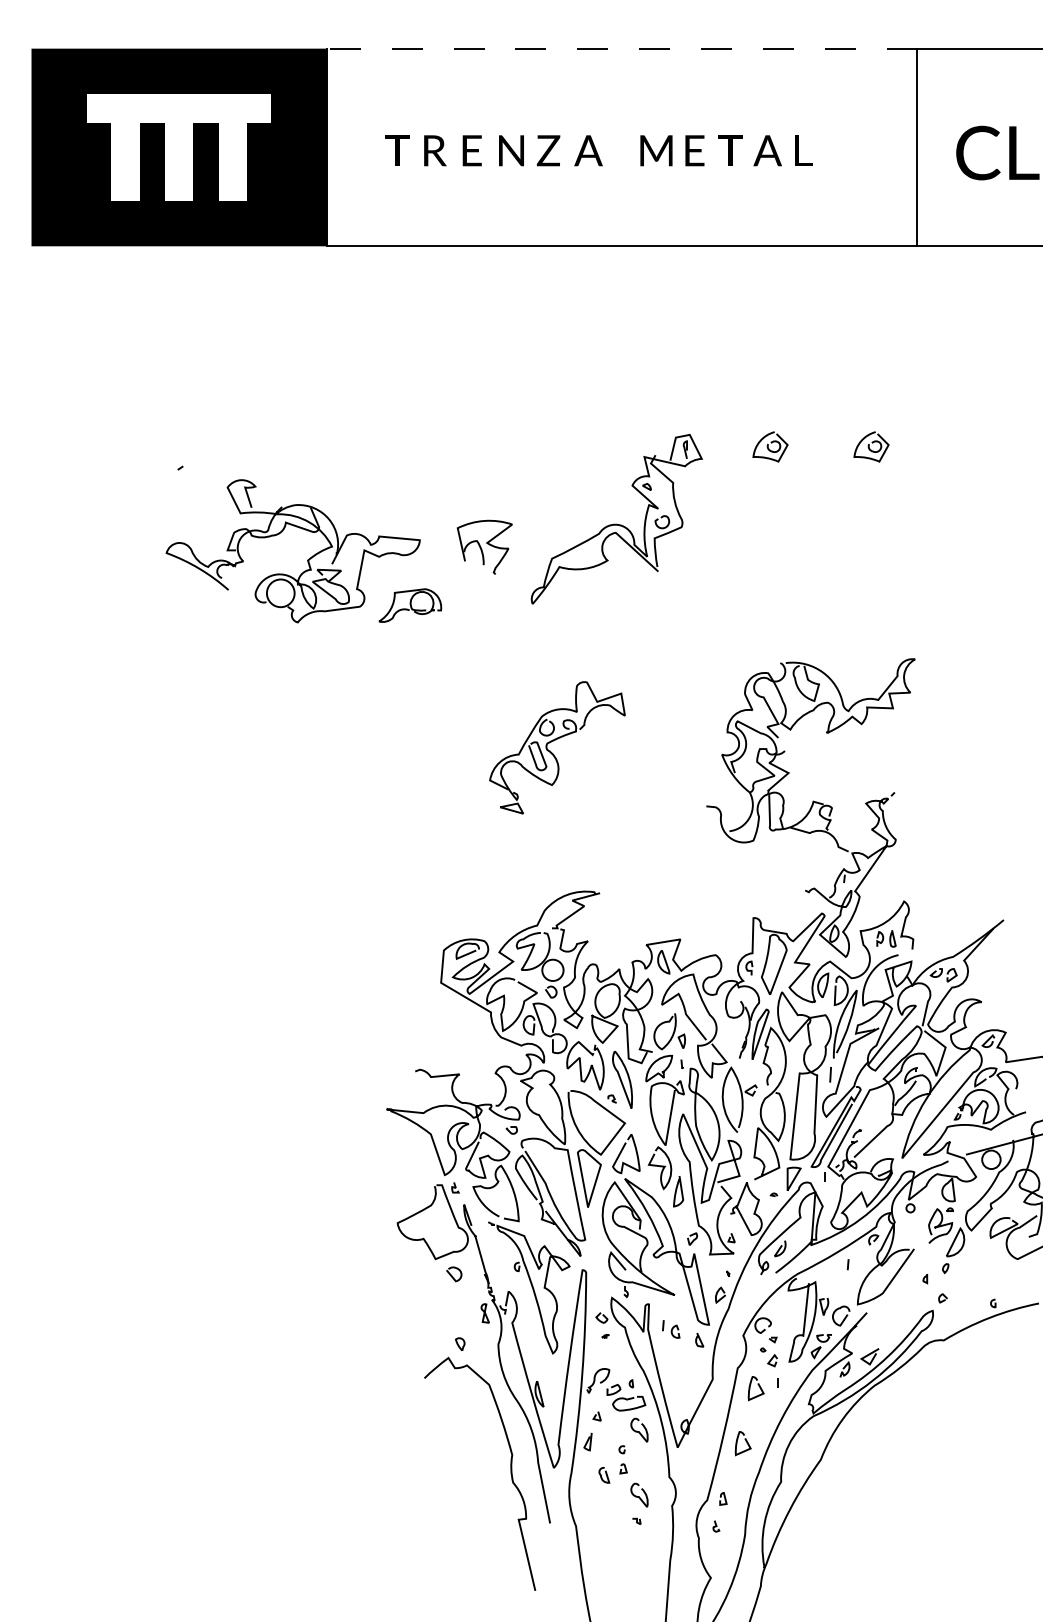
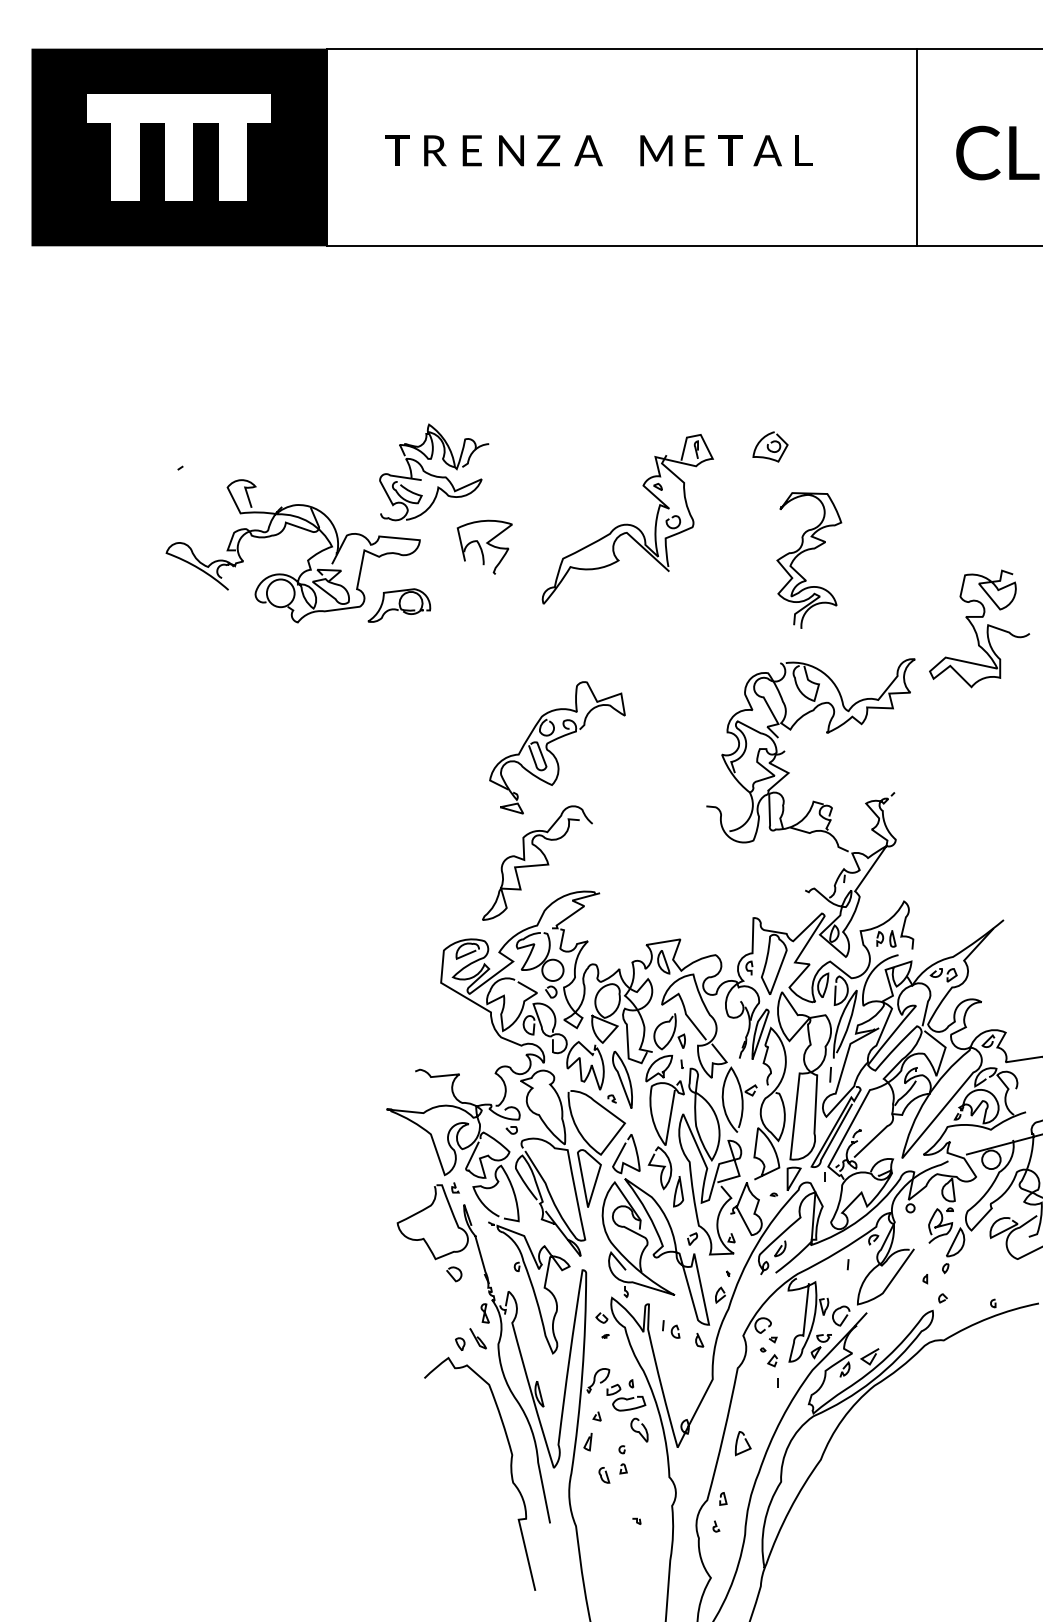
line at (621, 49): dashed -> solid
part at (871, 446): present -> none
part at (434, 472): none -> present
part at (616, 519) position: (616, 519) -> (627, 519)
part at (806, 551): none -> present
part at (410, 605) position: (410, 605) -> (399, 605)
curve at (975, 628): none -> present
curve at (537, 864): none -> present
curve at (477, 1338): none -> present
curve at (758, 1386): present -> none
curve at (639, 1496): present -> none
